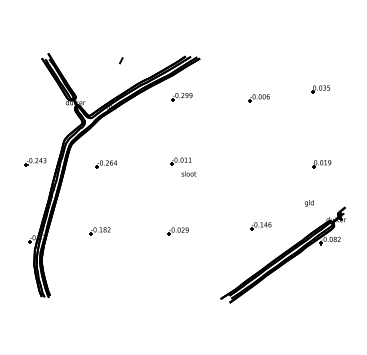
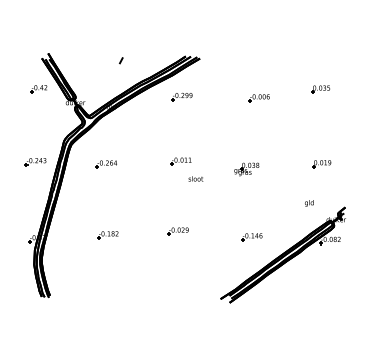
part at (38, 89): none -> present
part at (246, 169): none -> present
text at (188, 173) position: (188, 173) -> (195, 178)
part at (260, 226) position: (260, 226) -> (251, 237)
part at (99, 231) position: (99, 231) -> (107, 235)
